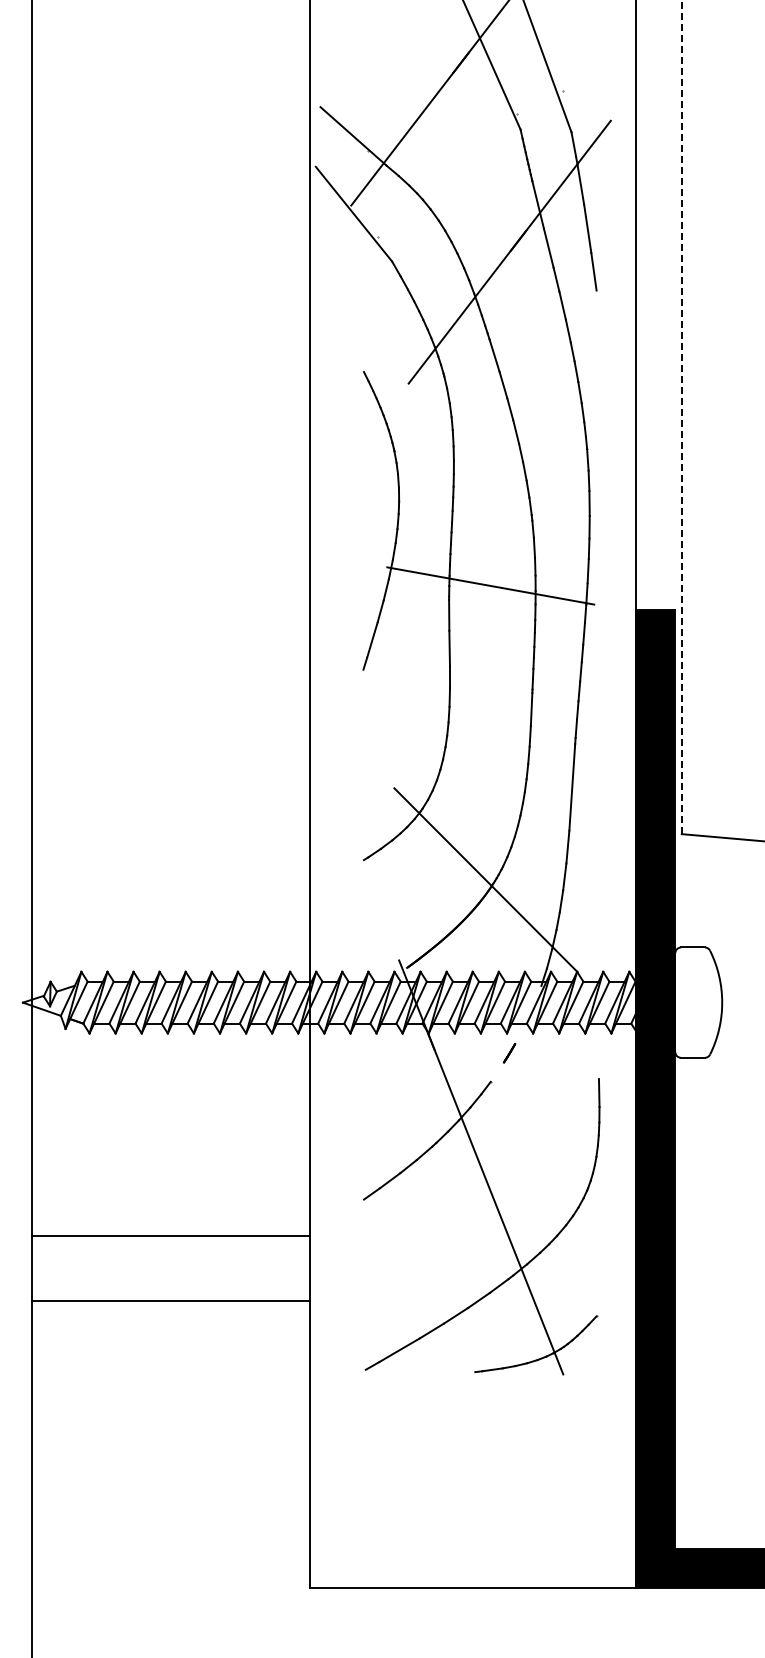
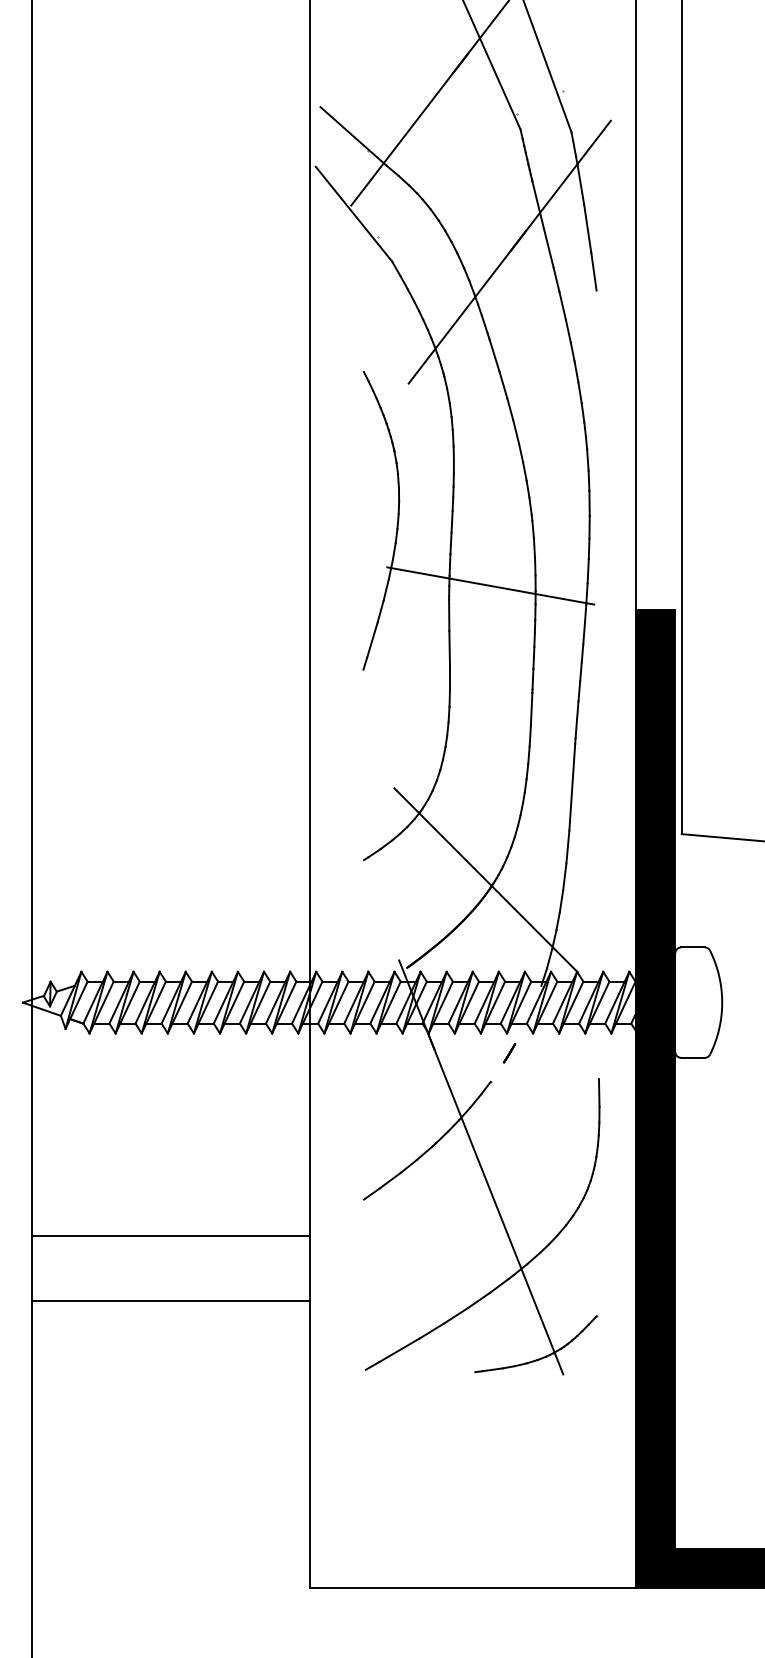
line at (681, 417): dashed -> solid
